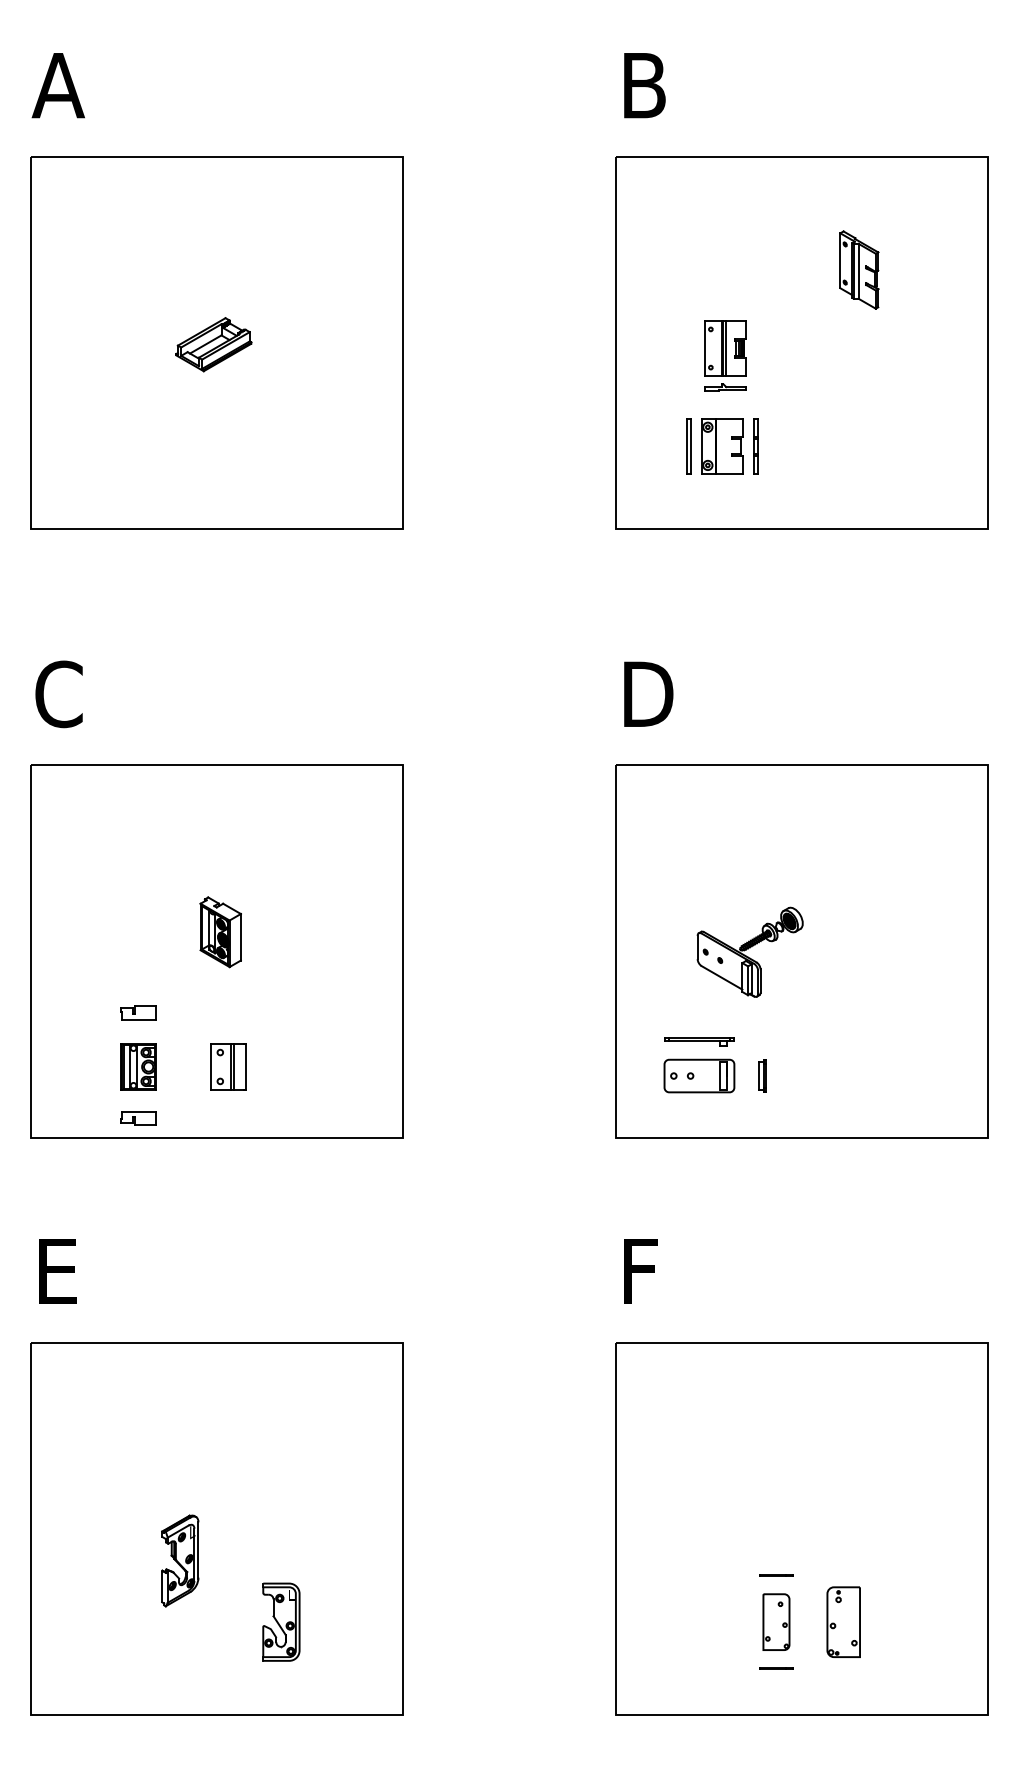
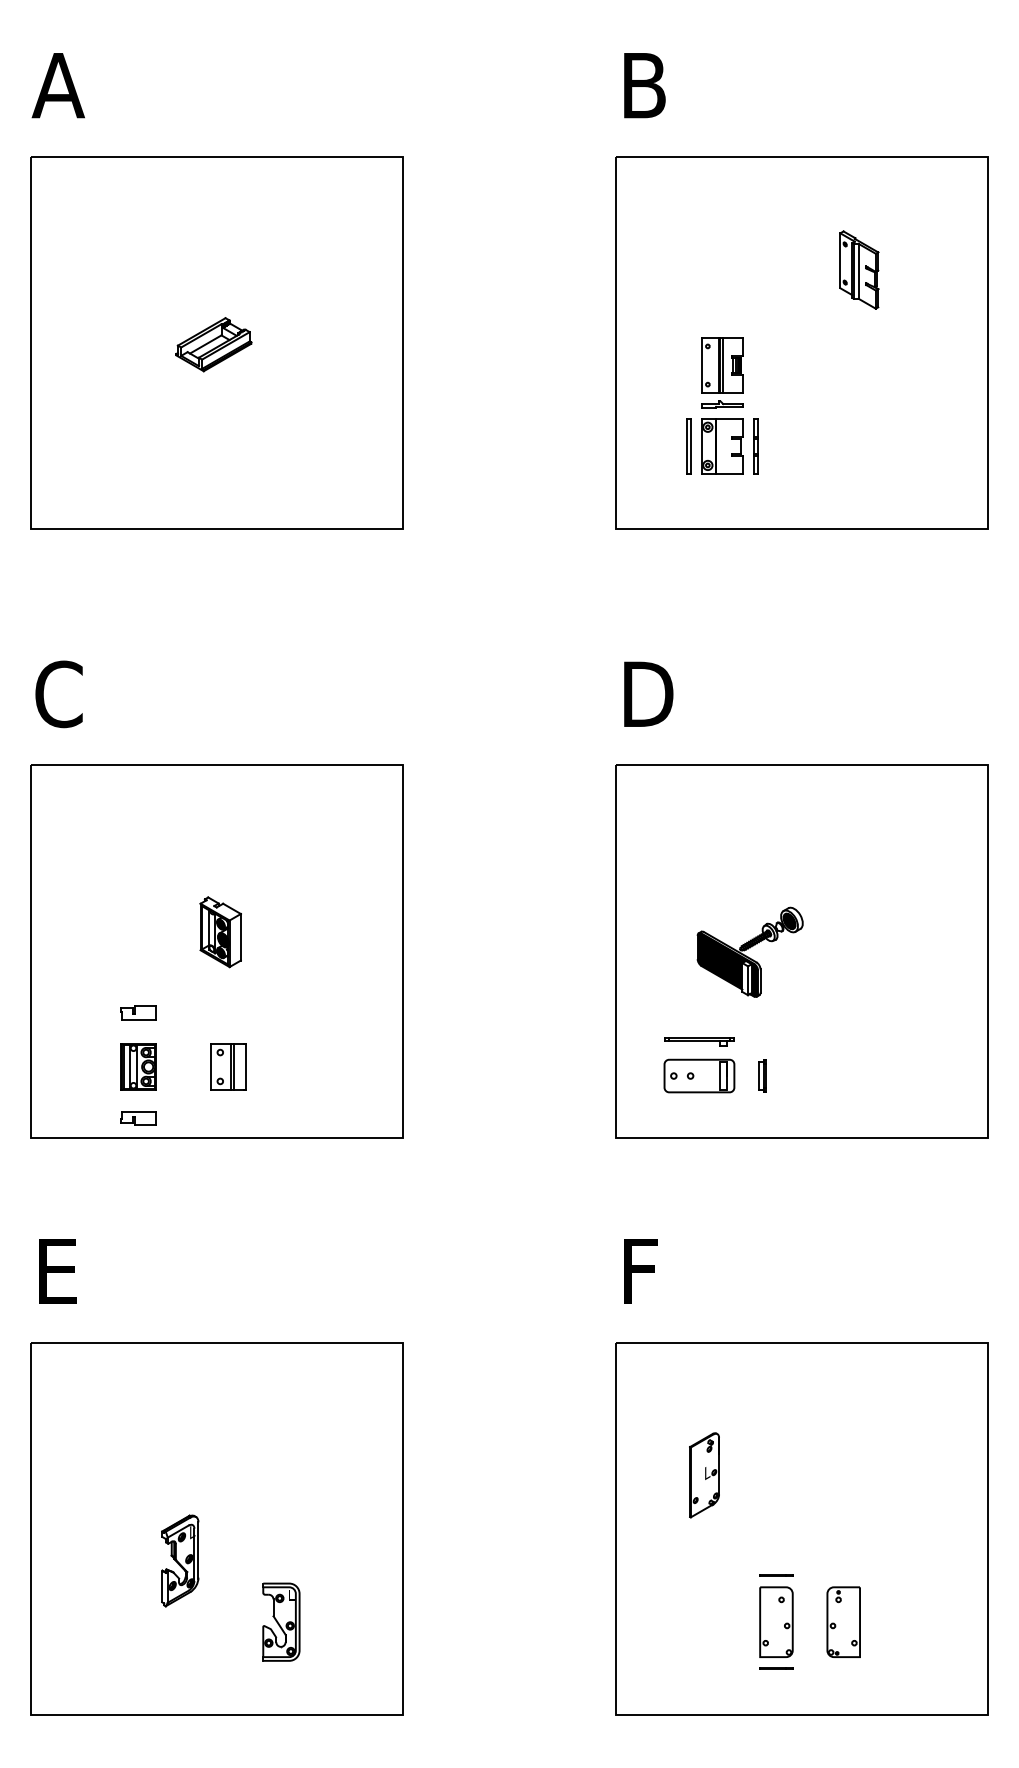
part at (725, 355) position: (725, 355) -> (722, 372)
fill at (727, 964): none -> present
part at (704, 1475): none -> present
part at (776, 1621) size: 29x58 px -> 35x72 px
